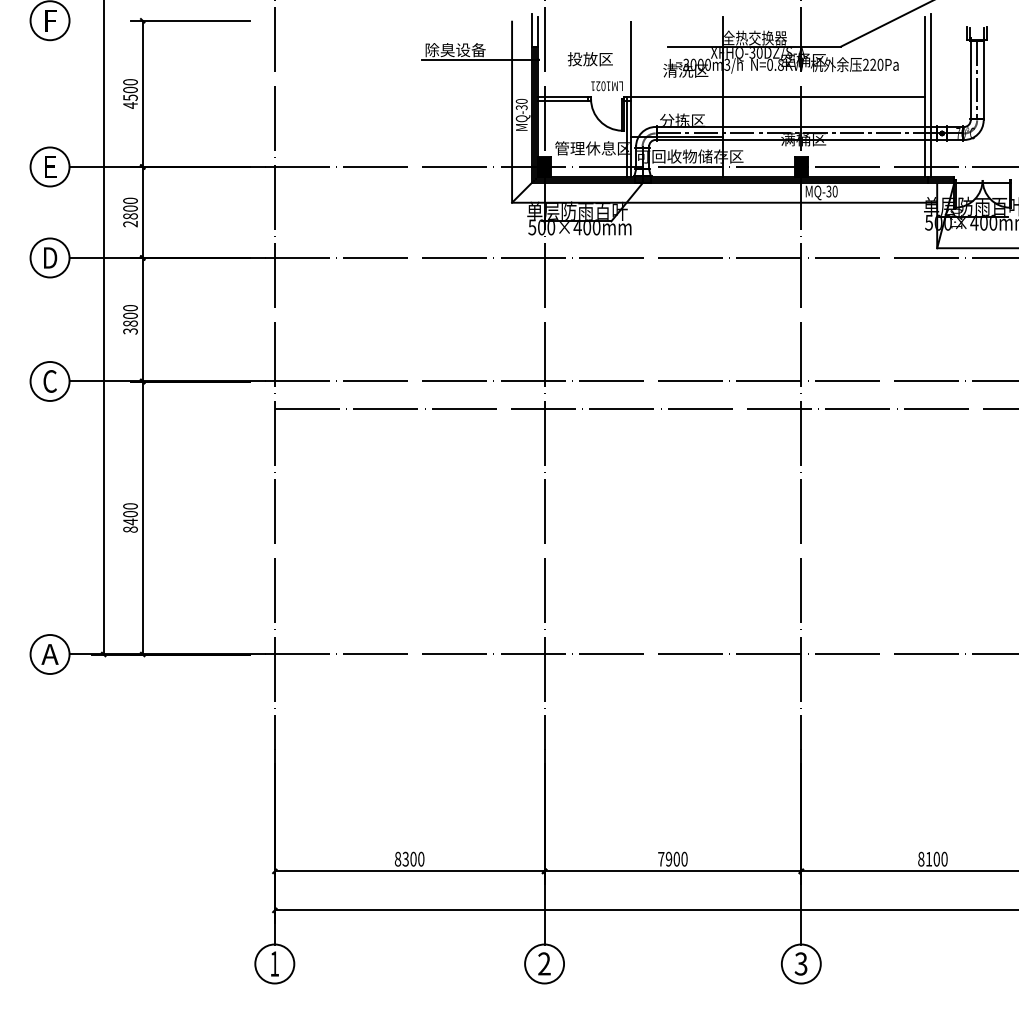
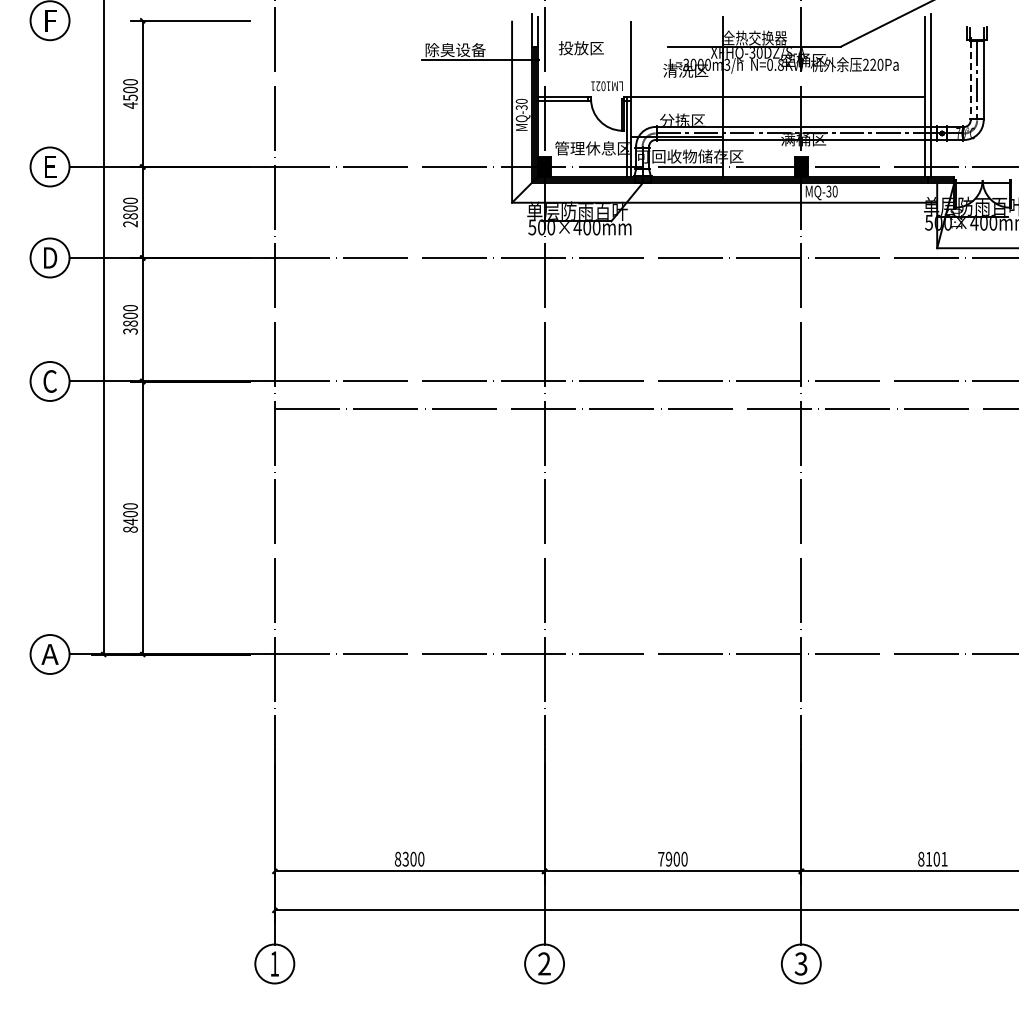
text at (589, 59) position: (589, 59) -> (580, 48)
line at (970, 80): solid -> dashed
text at (944, 858): 8100 -> 8101
